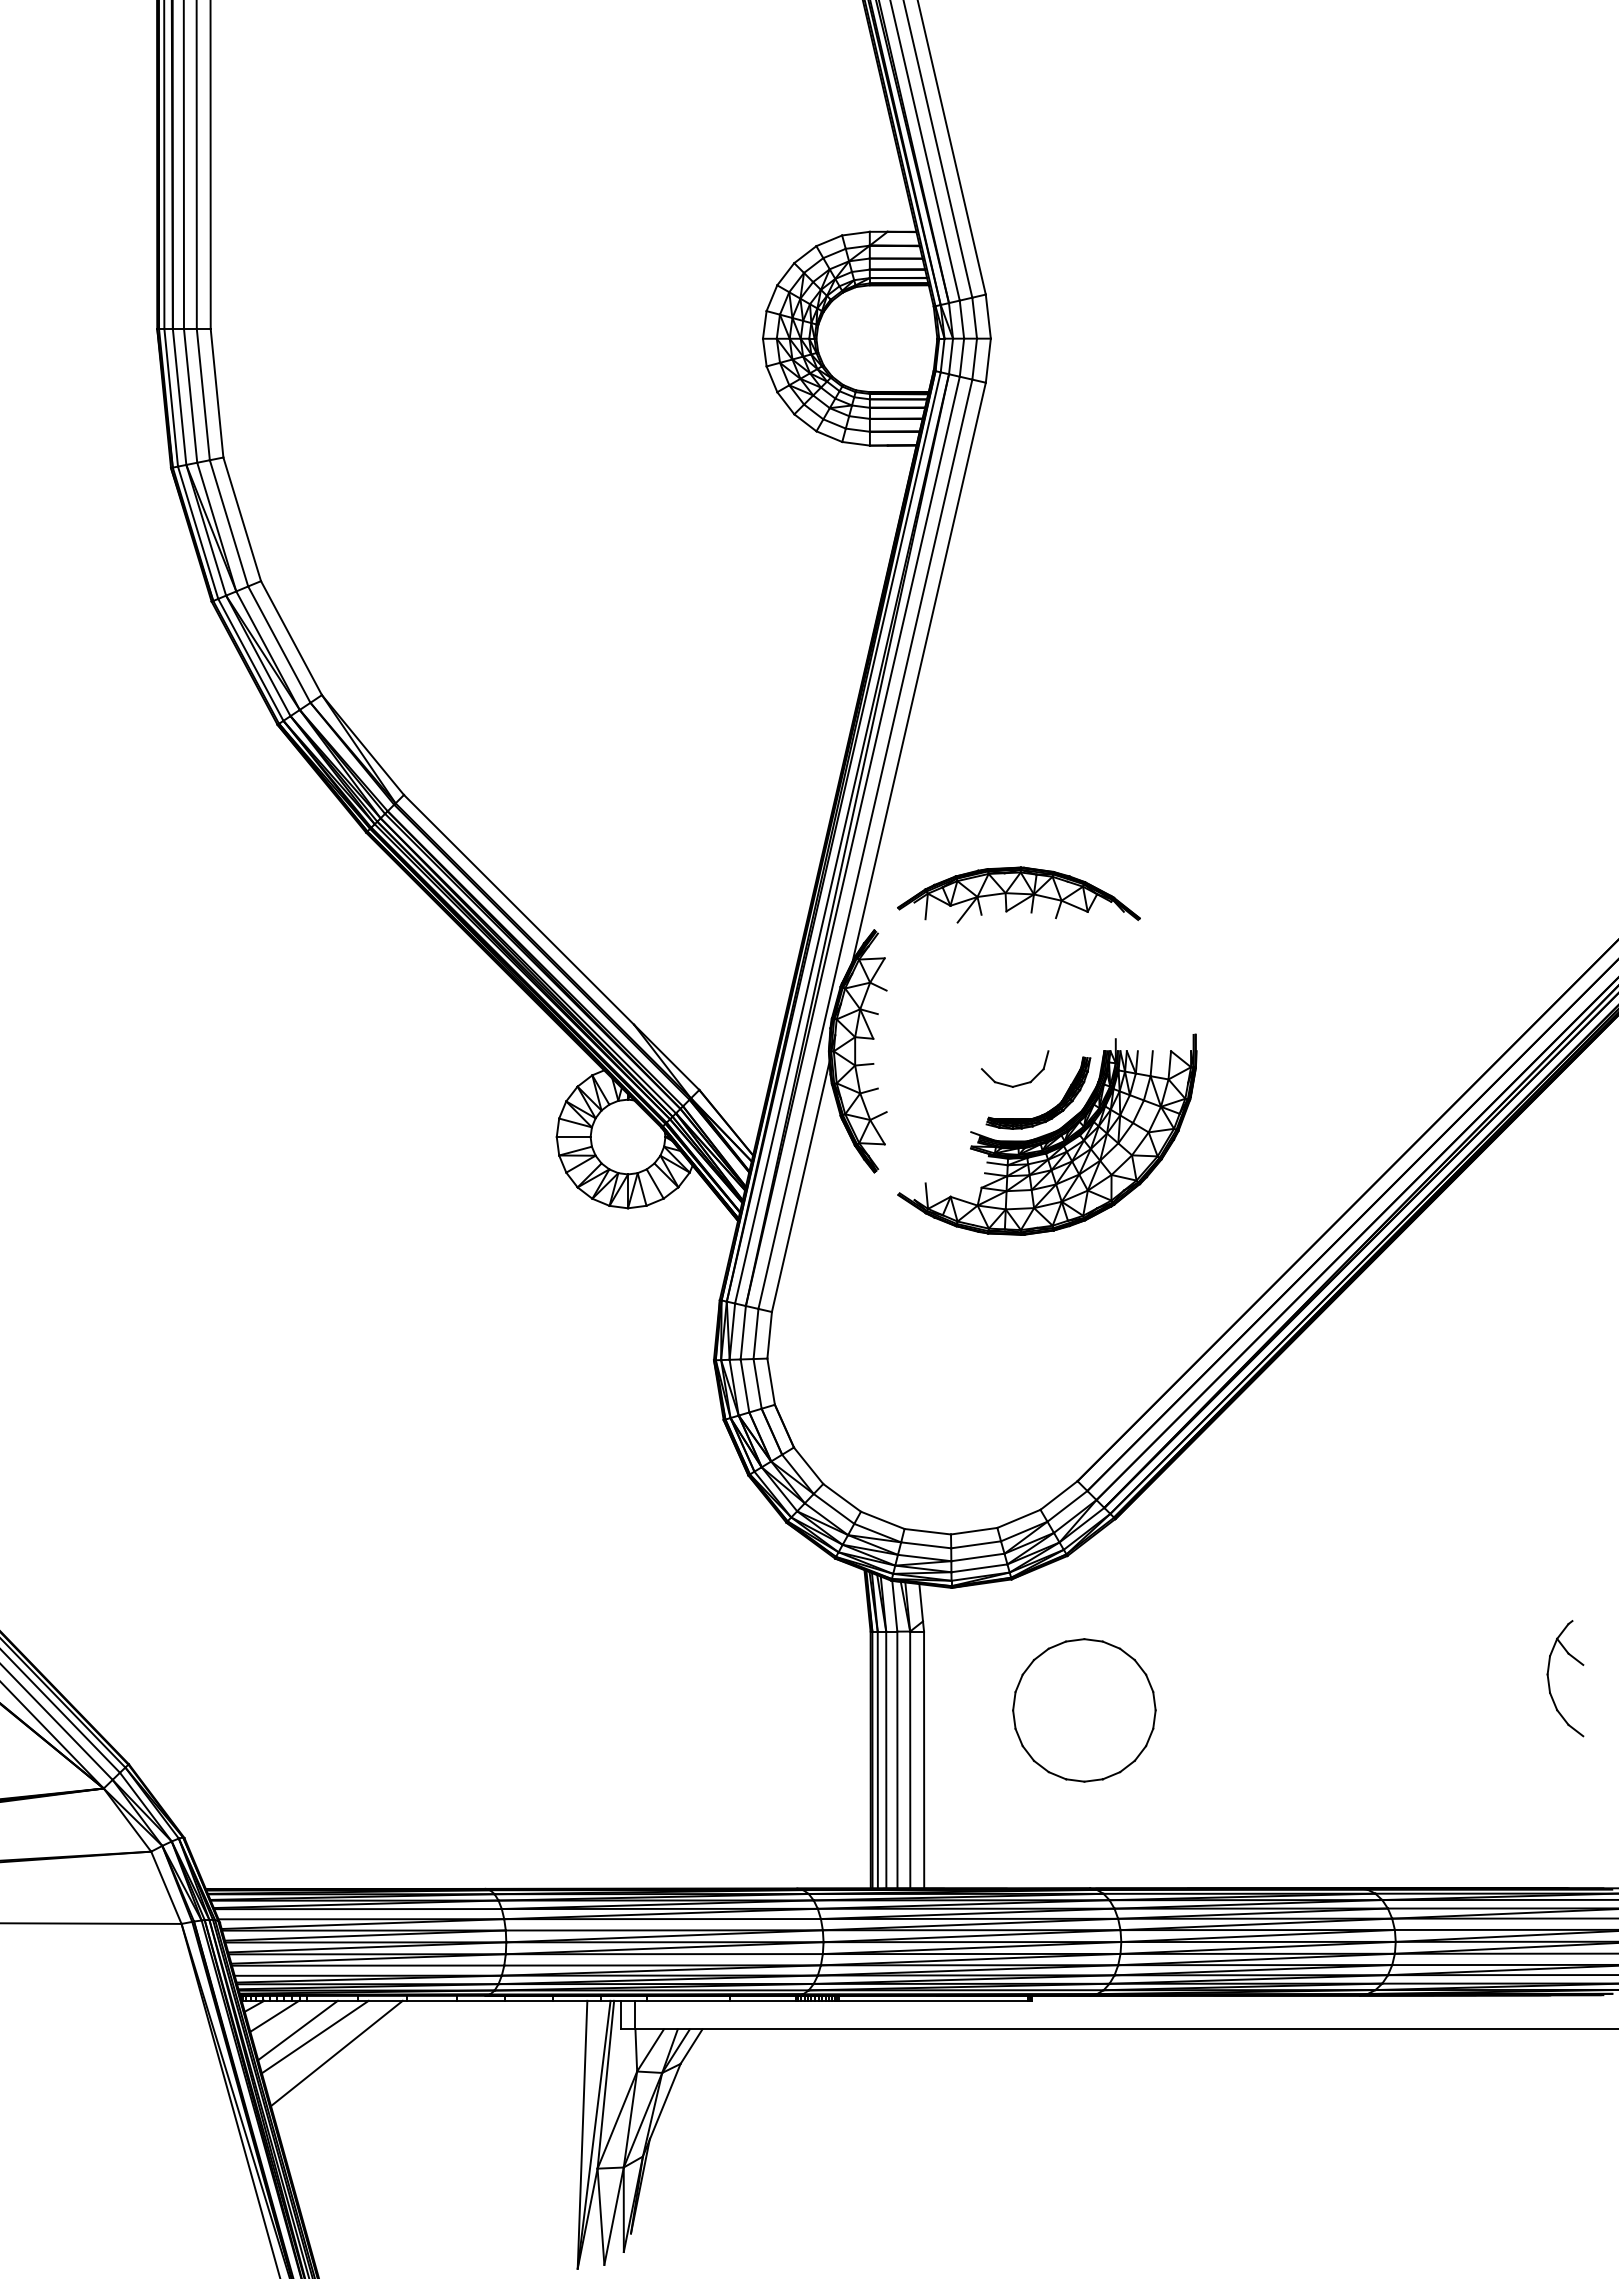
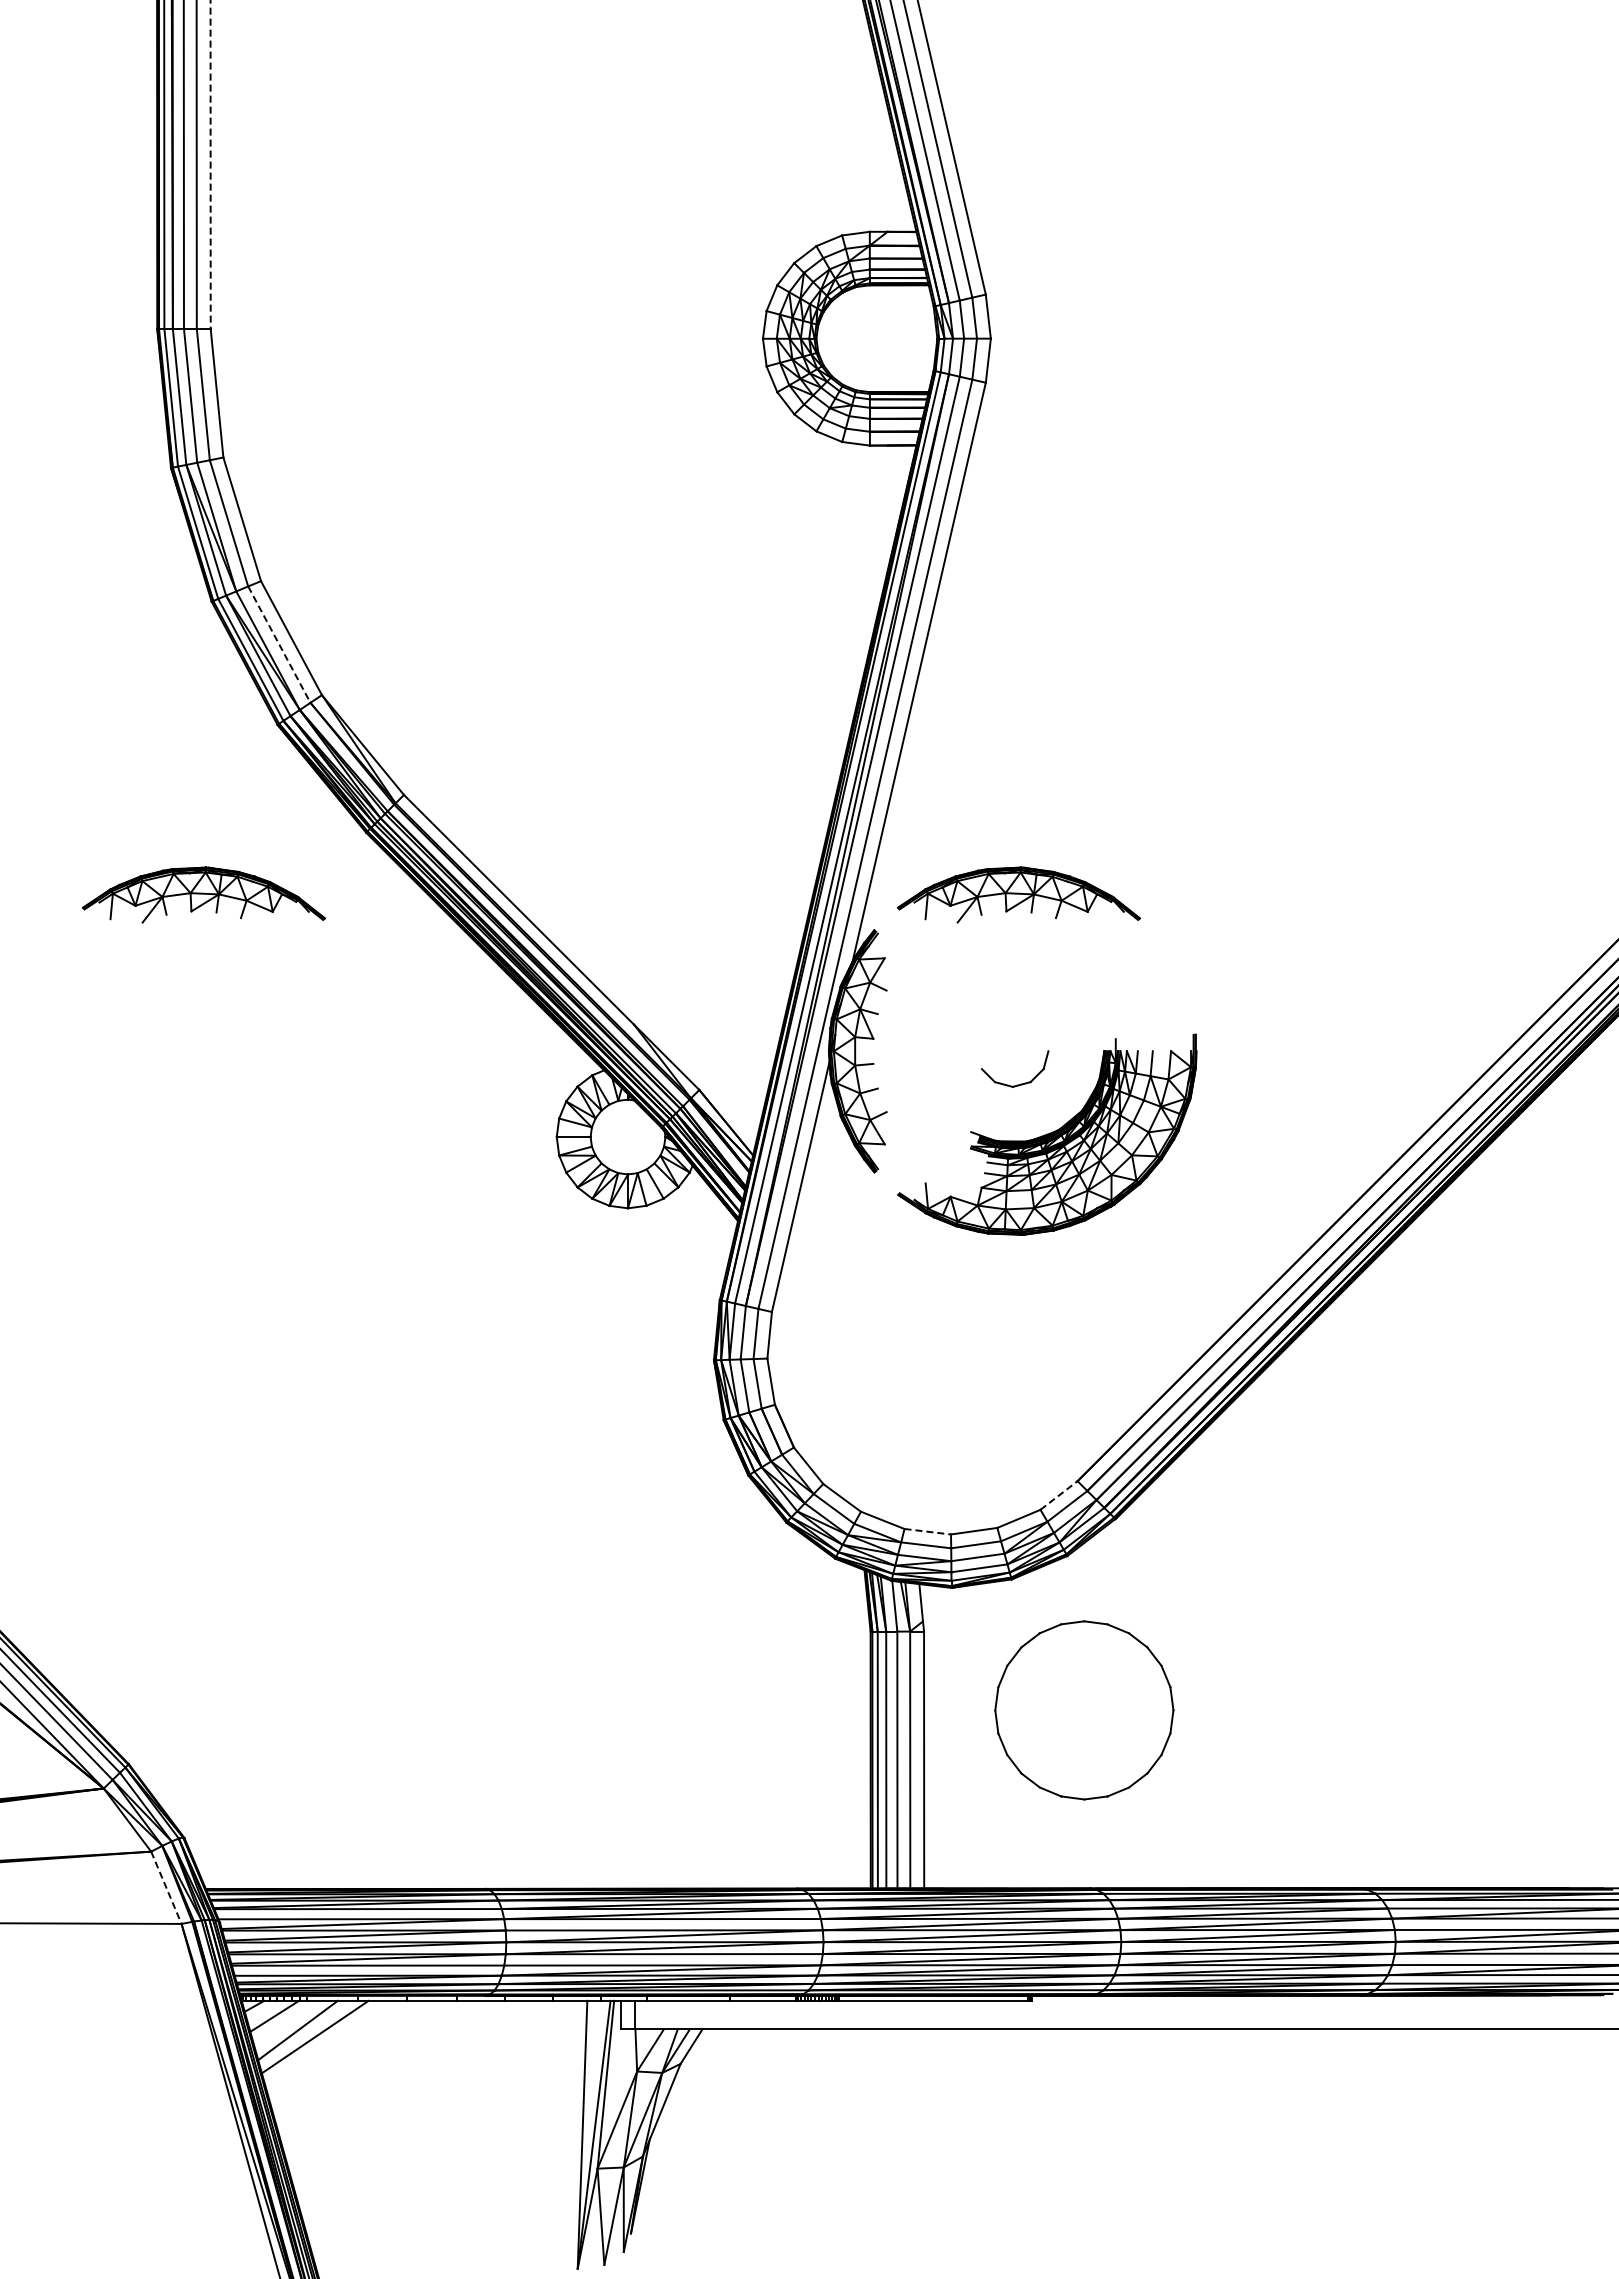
line at (210, 165): solid -> dashed
line at (279, 644): solid -> dashed
part at (203, 894): none -> present
part at (1051, 1108): present -> none
line at (1059, 1495): solid -> dashed
line at (928, 1531): solid -> dashed
part at (1549, 1678): present -> none
part at (1084, 1710) size: 145x145 px -> 181x181 px
line at (166, 1888): solid -> dashed
line at (336, 2053): present -> none
